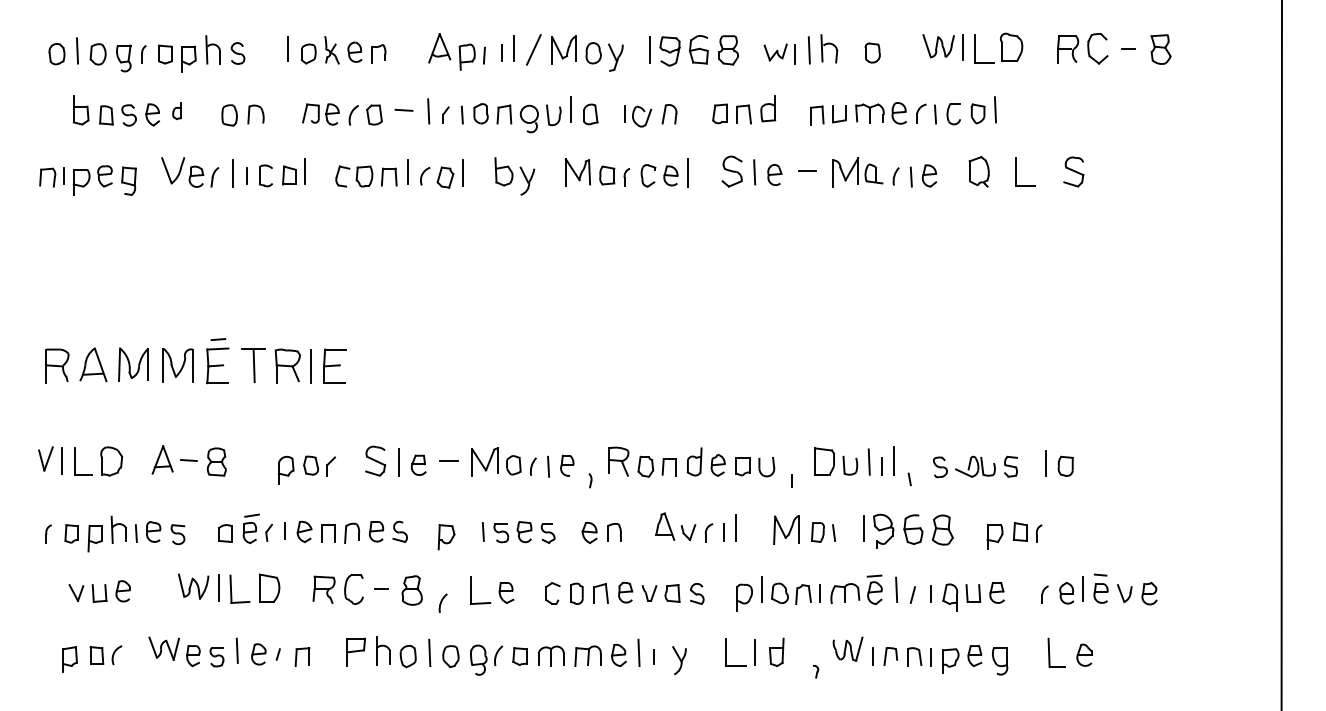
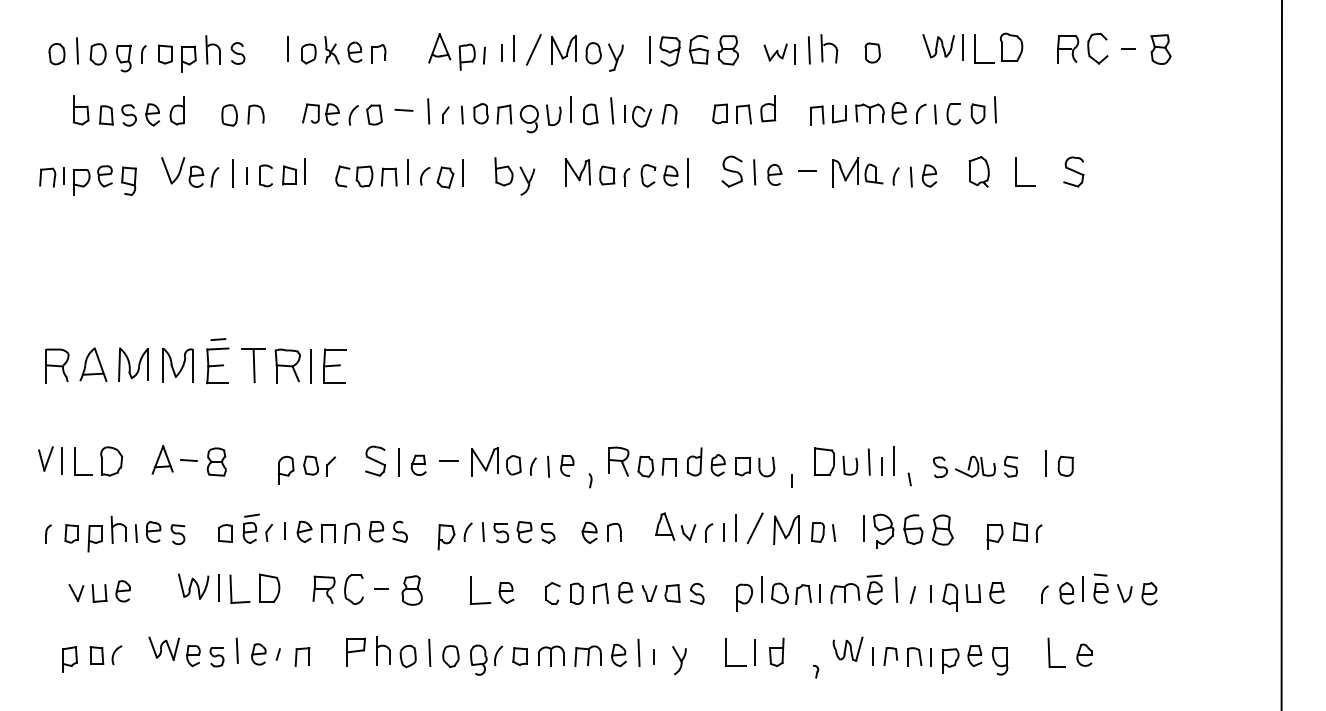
line at (612, 110): none -> present
part at (176, 111) size: 10x19 px -> 16x30 px
line at (754, 528): none -> present
arc at (442, 601) position: (442, 601) -> (467, 530)
